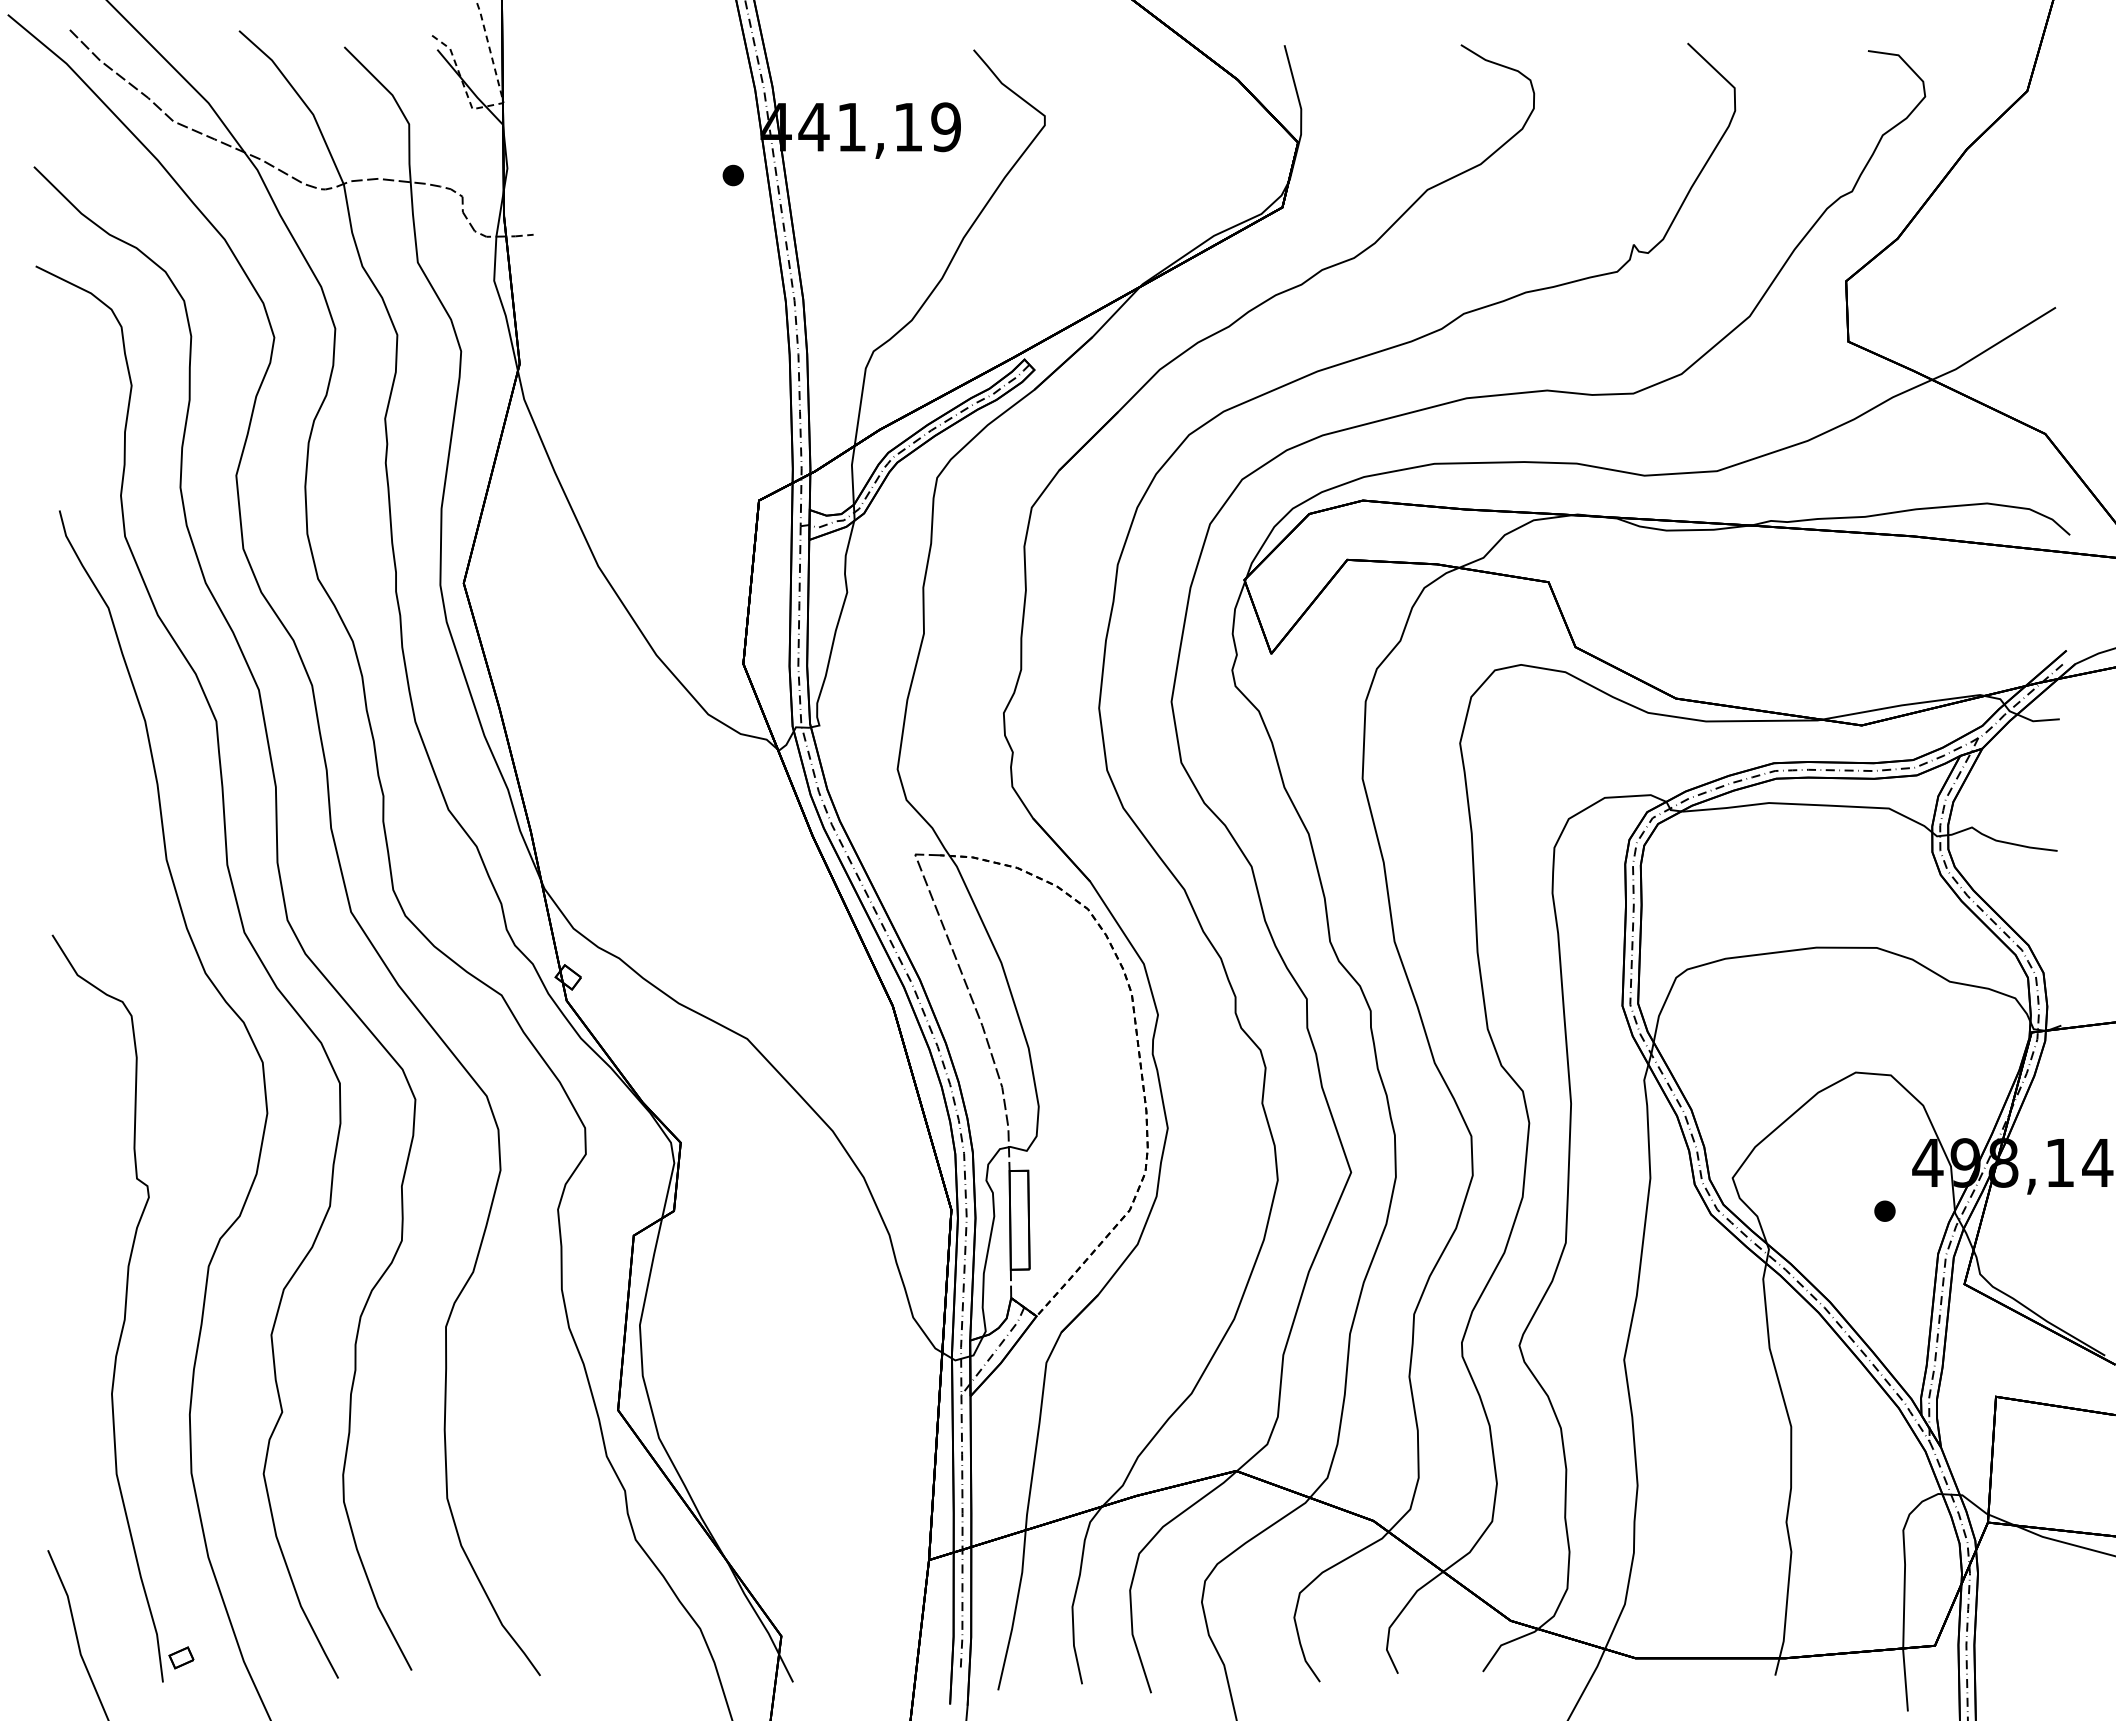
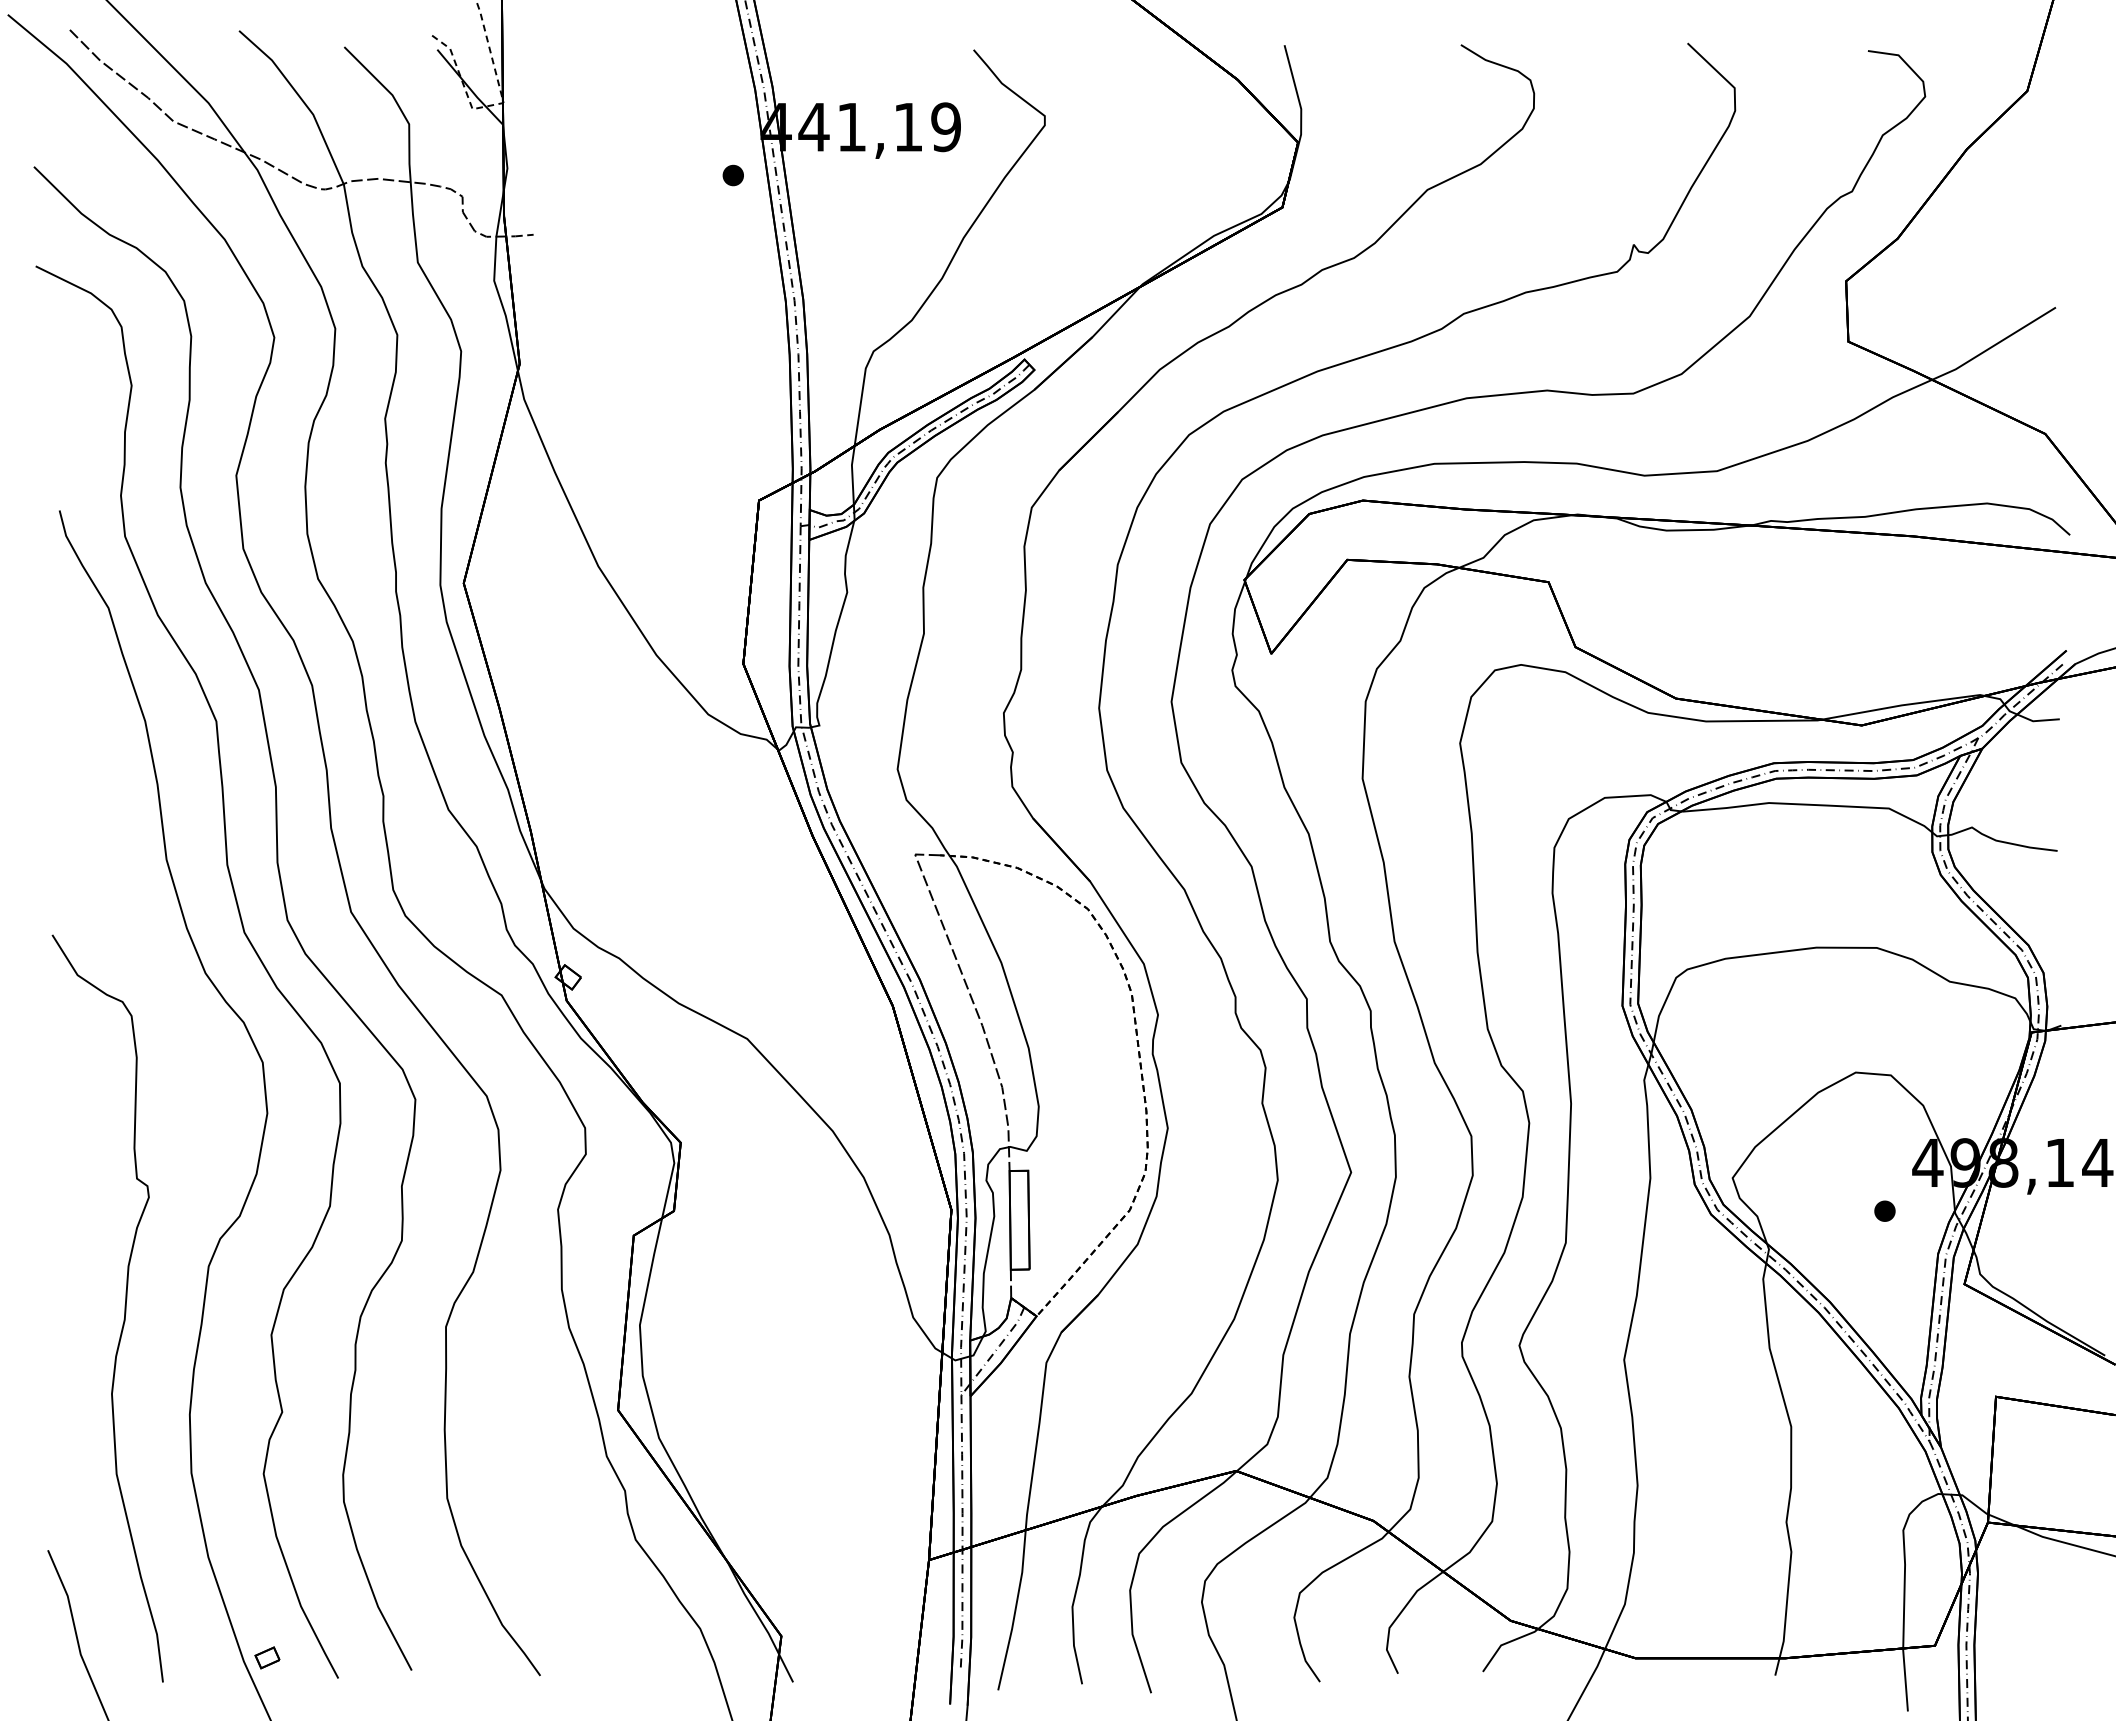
part at (181, 1657) position: (181, 1657) -> (267, 1657)
